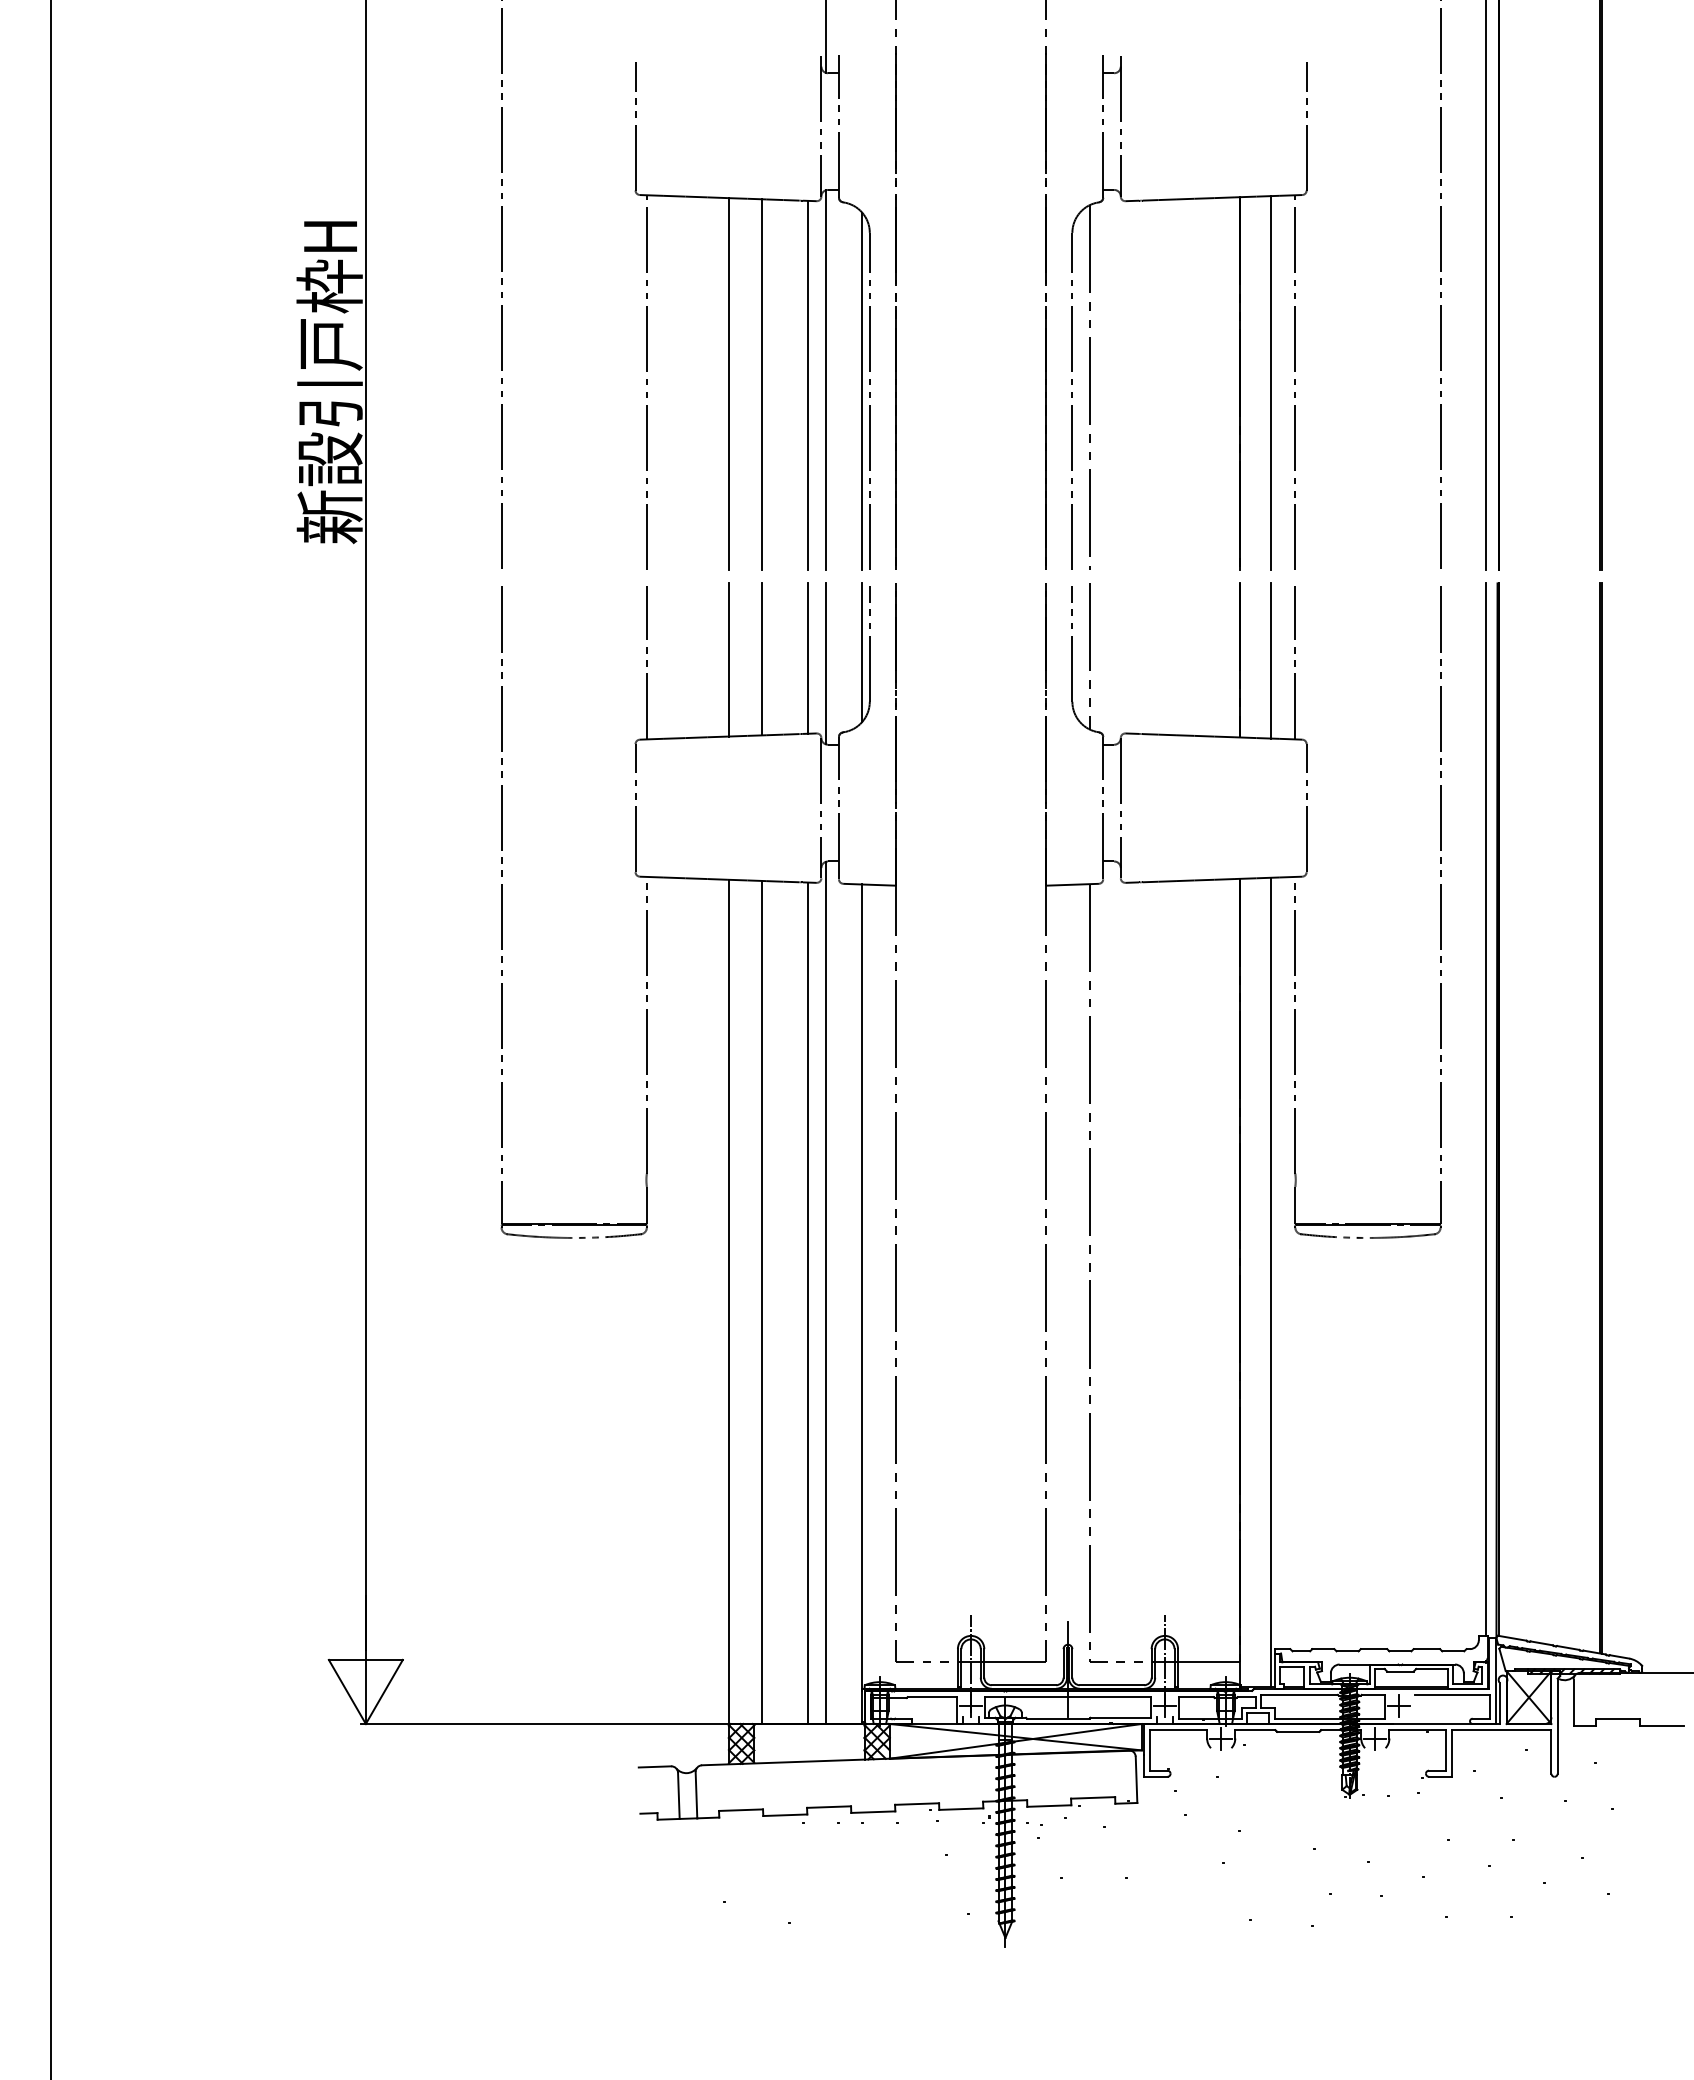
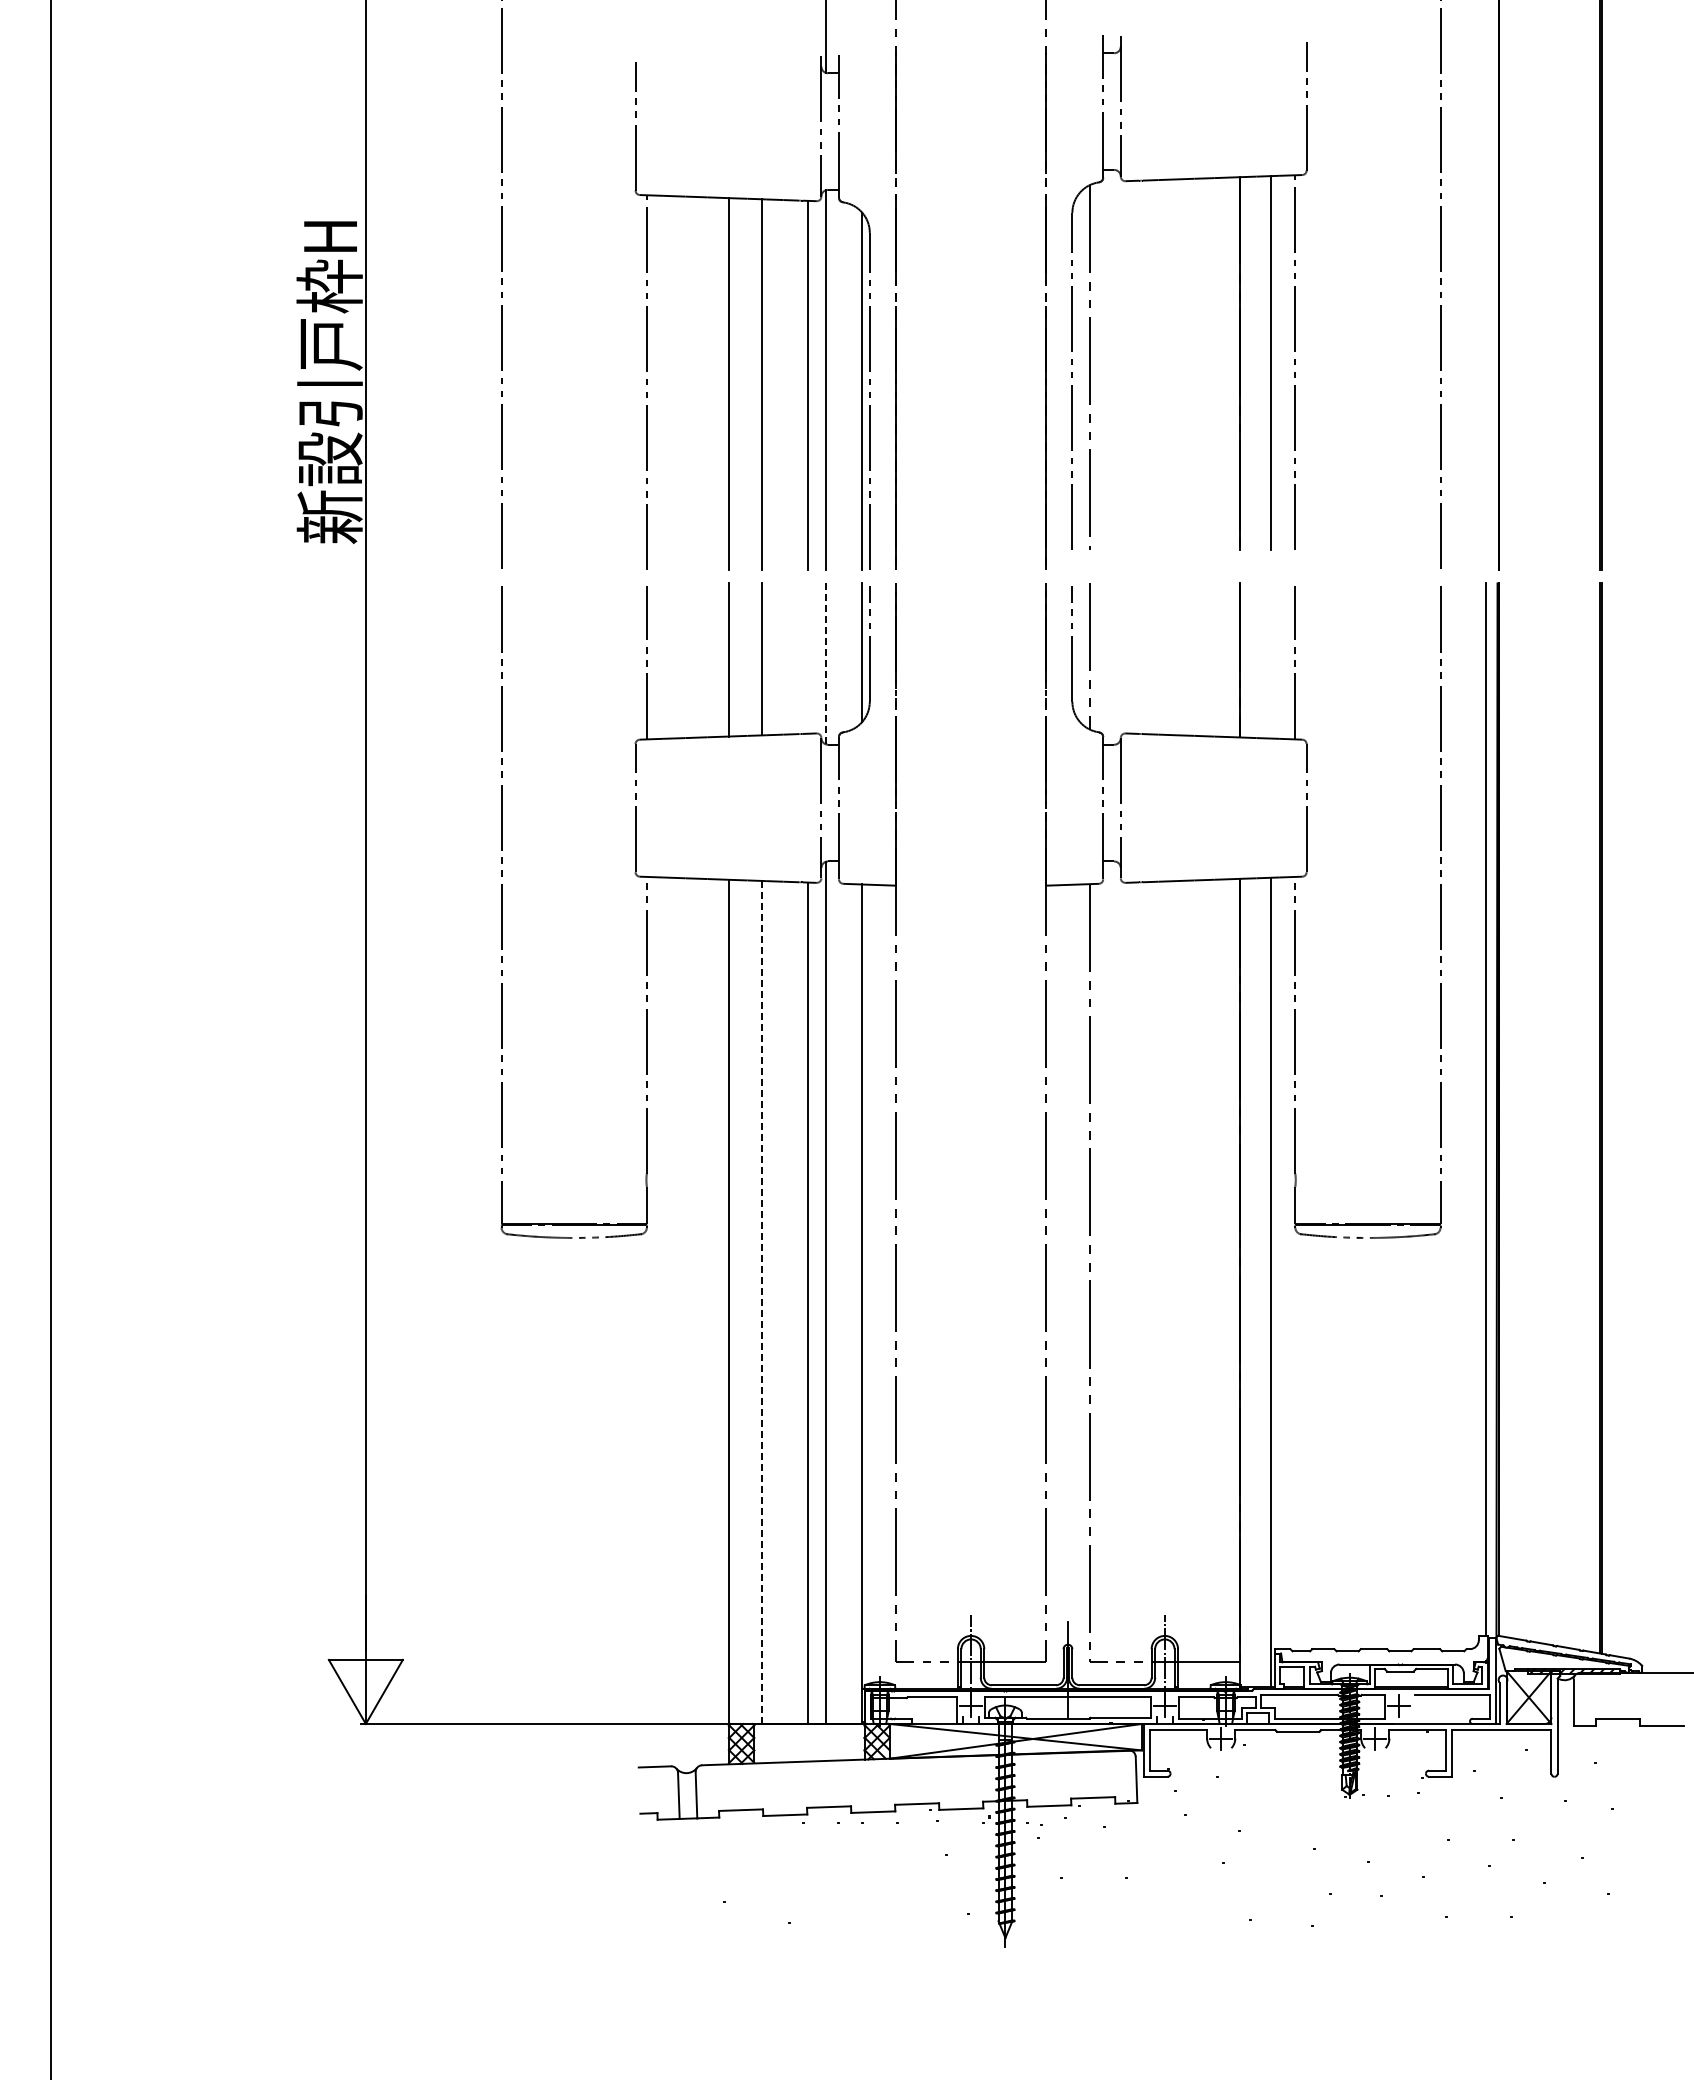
line at (1486, 286): present -> none
part at (1239, 312) position: (1239, 312) -> (1239, 292)
line at (808, 658): present -> none
line at (1270, 660): present -> none
line at (825, 664): solid -> dashed
line at (761, 1302): solid -> dashed
